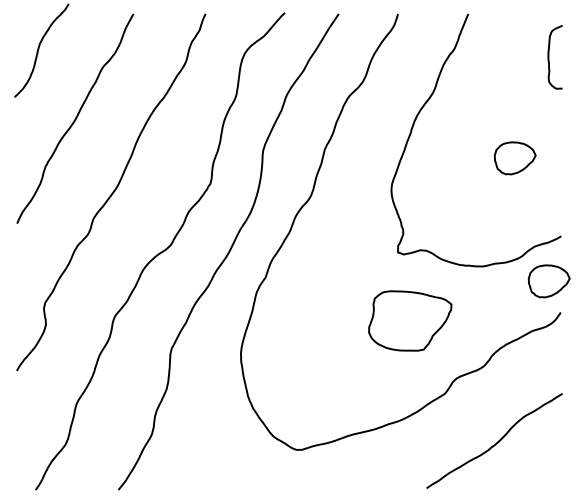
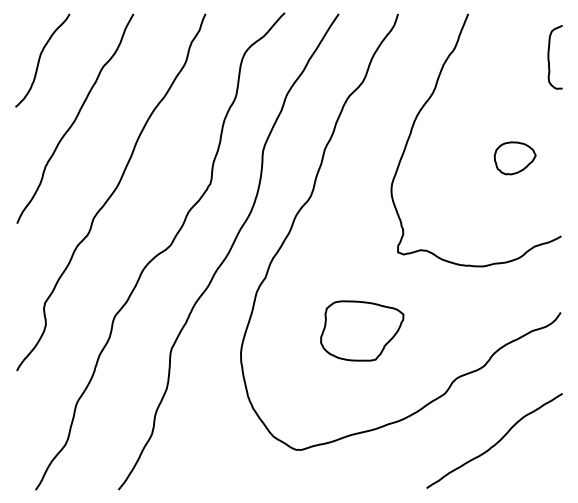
curve at (39, 49) position: (39, 49) -> (40, 59)
part at (548, 281): present -> none
part at (410, 320) position: (410, 320) -> (362, 330)
